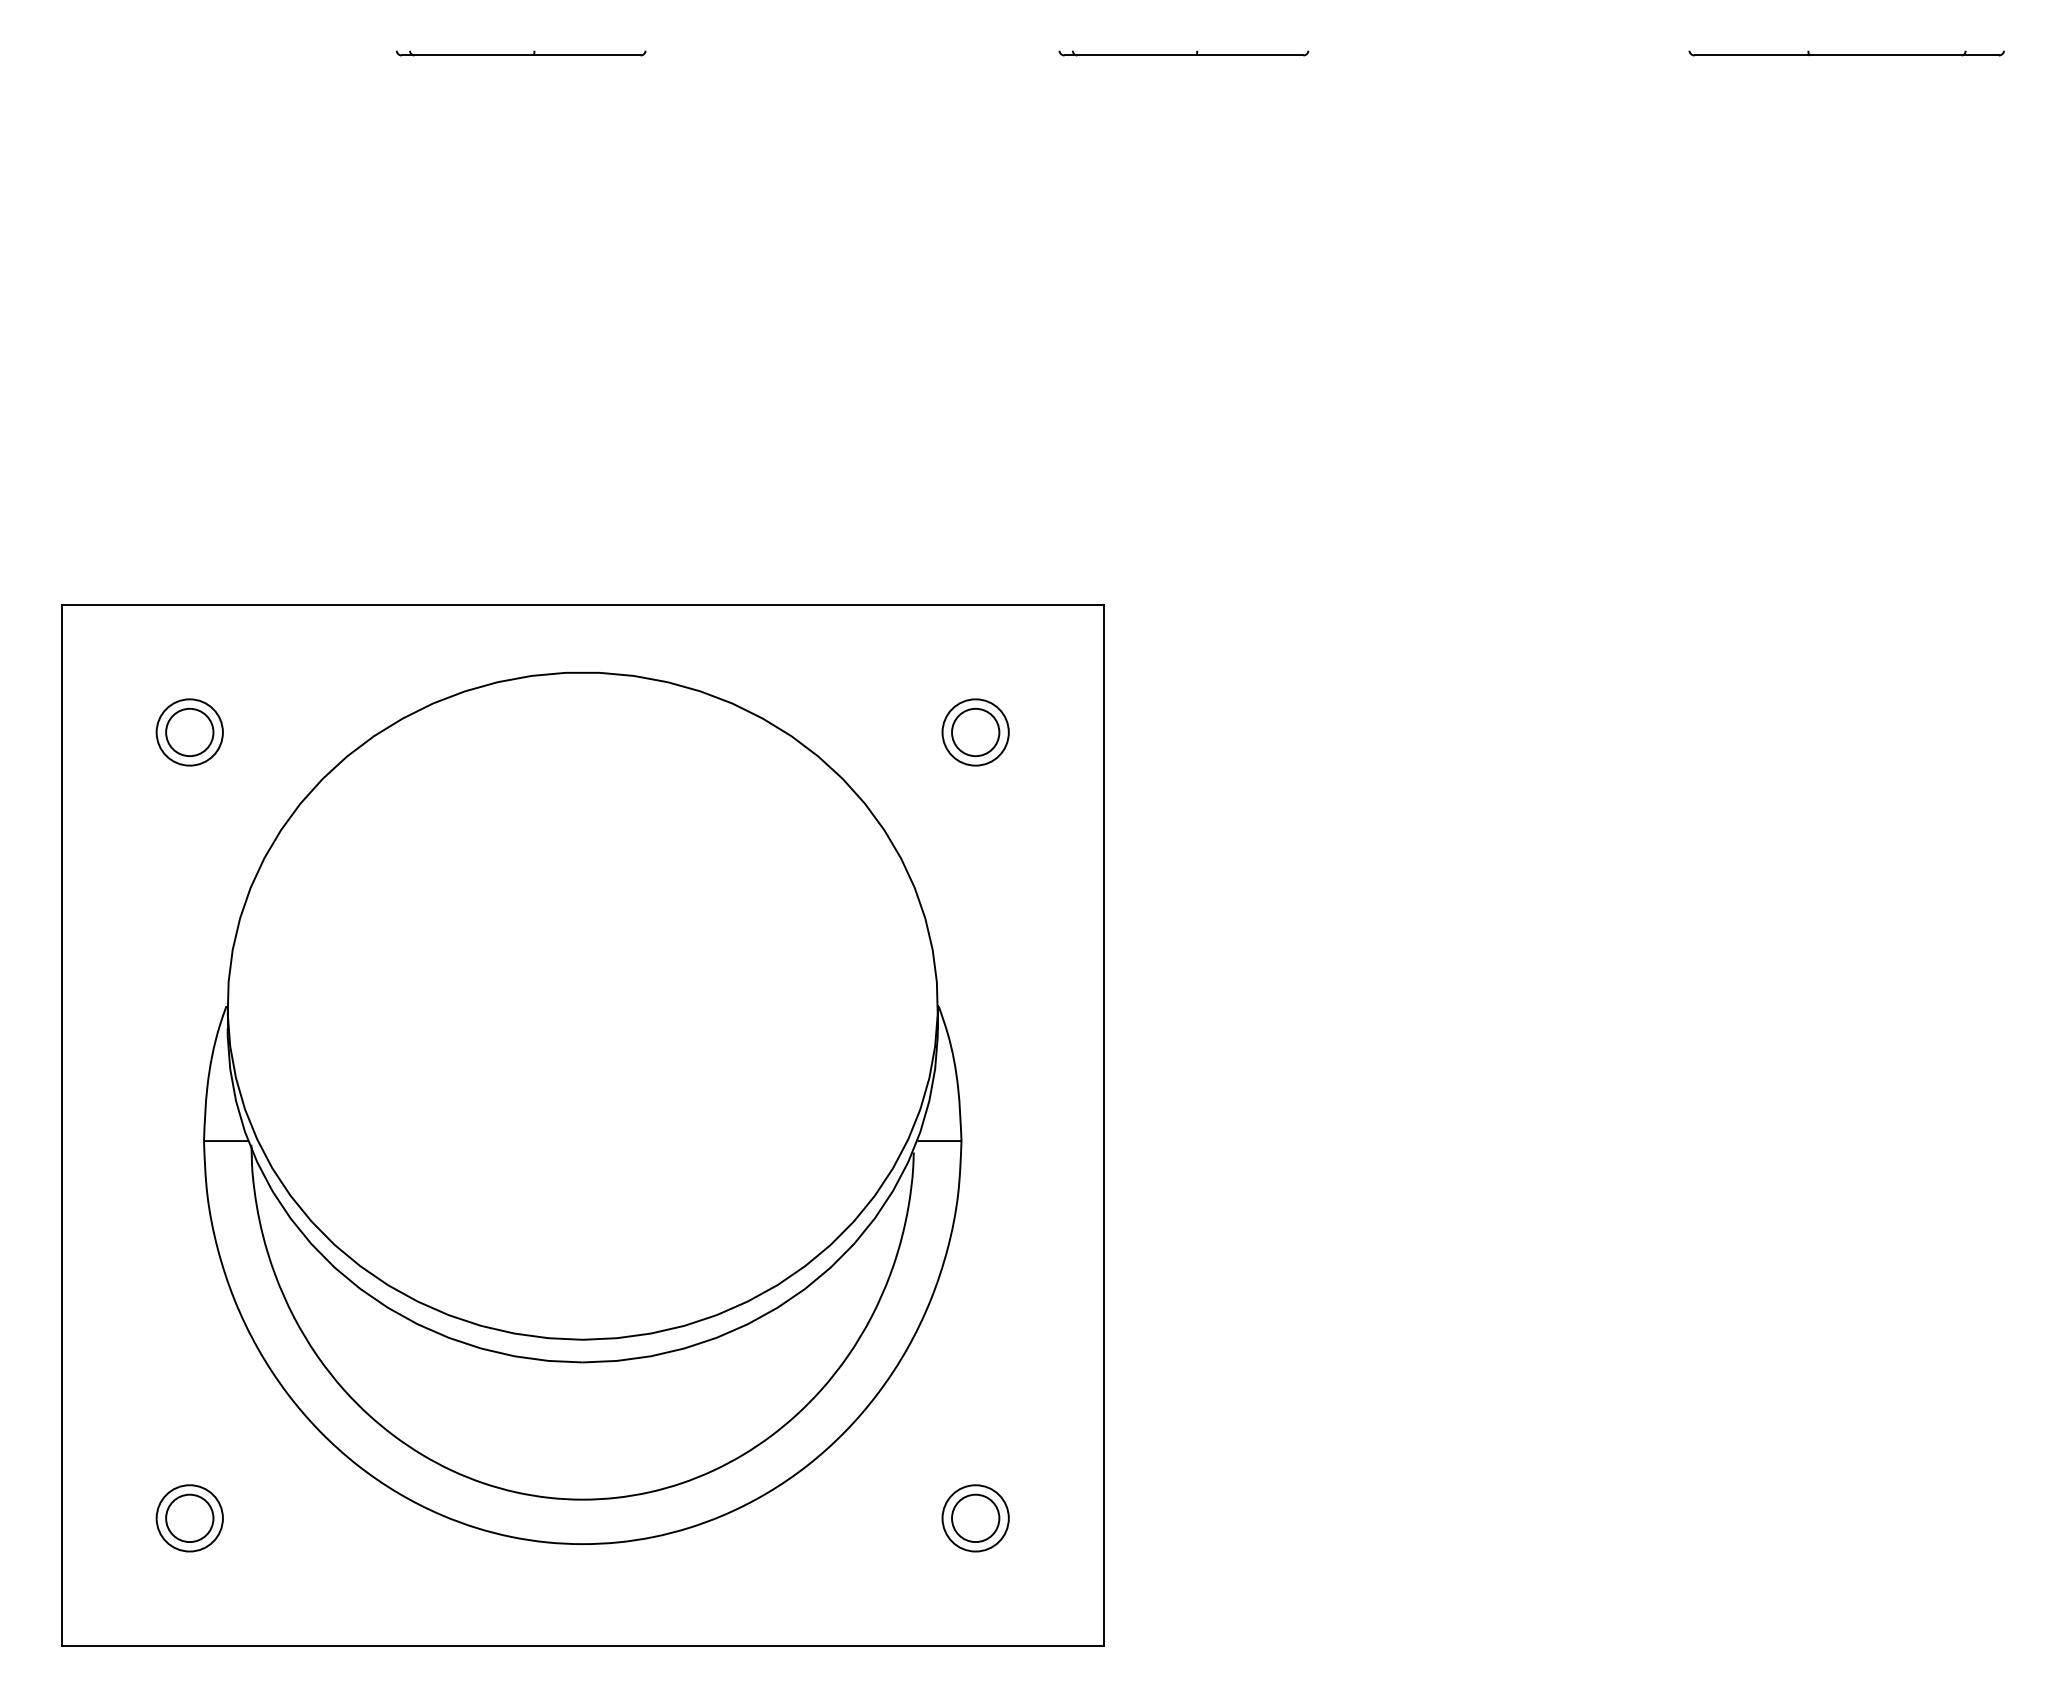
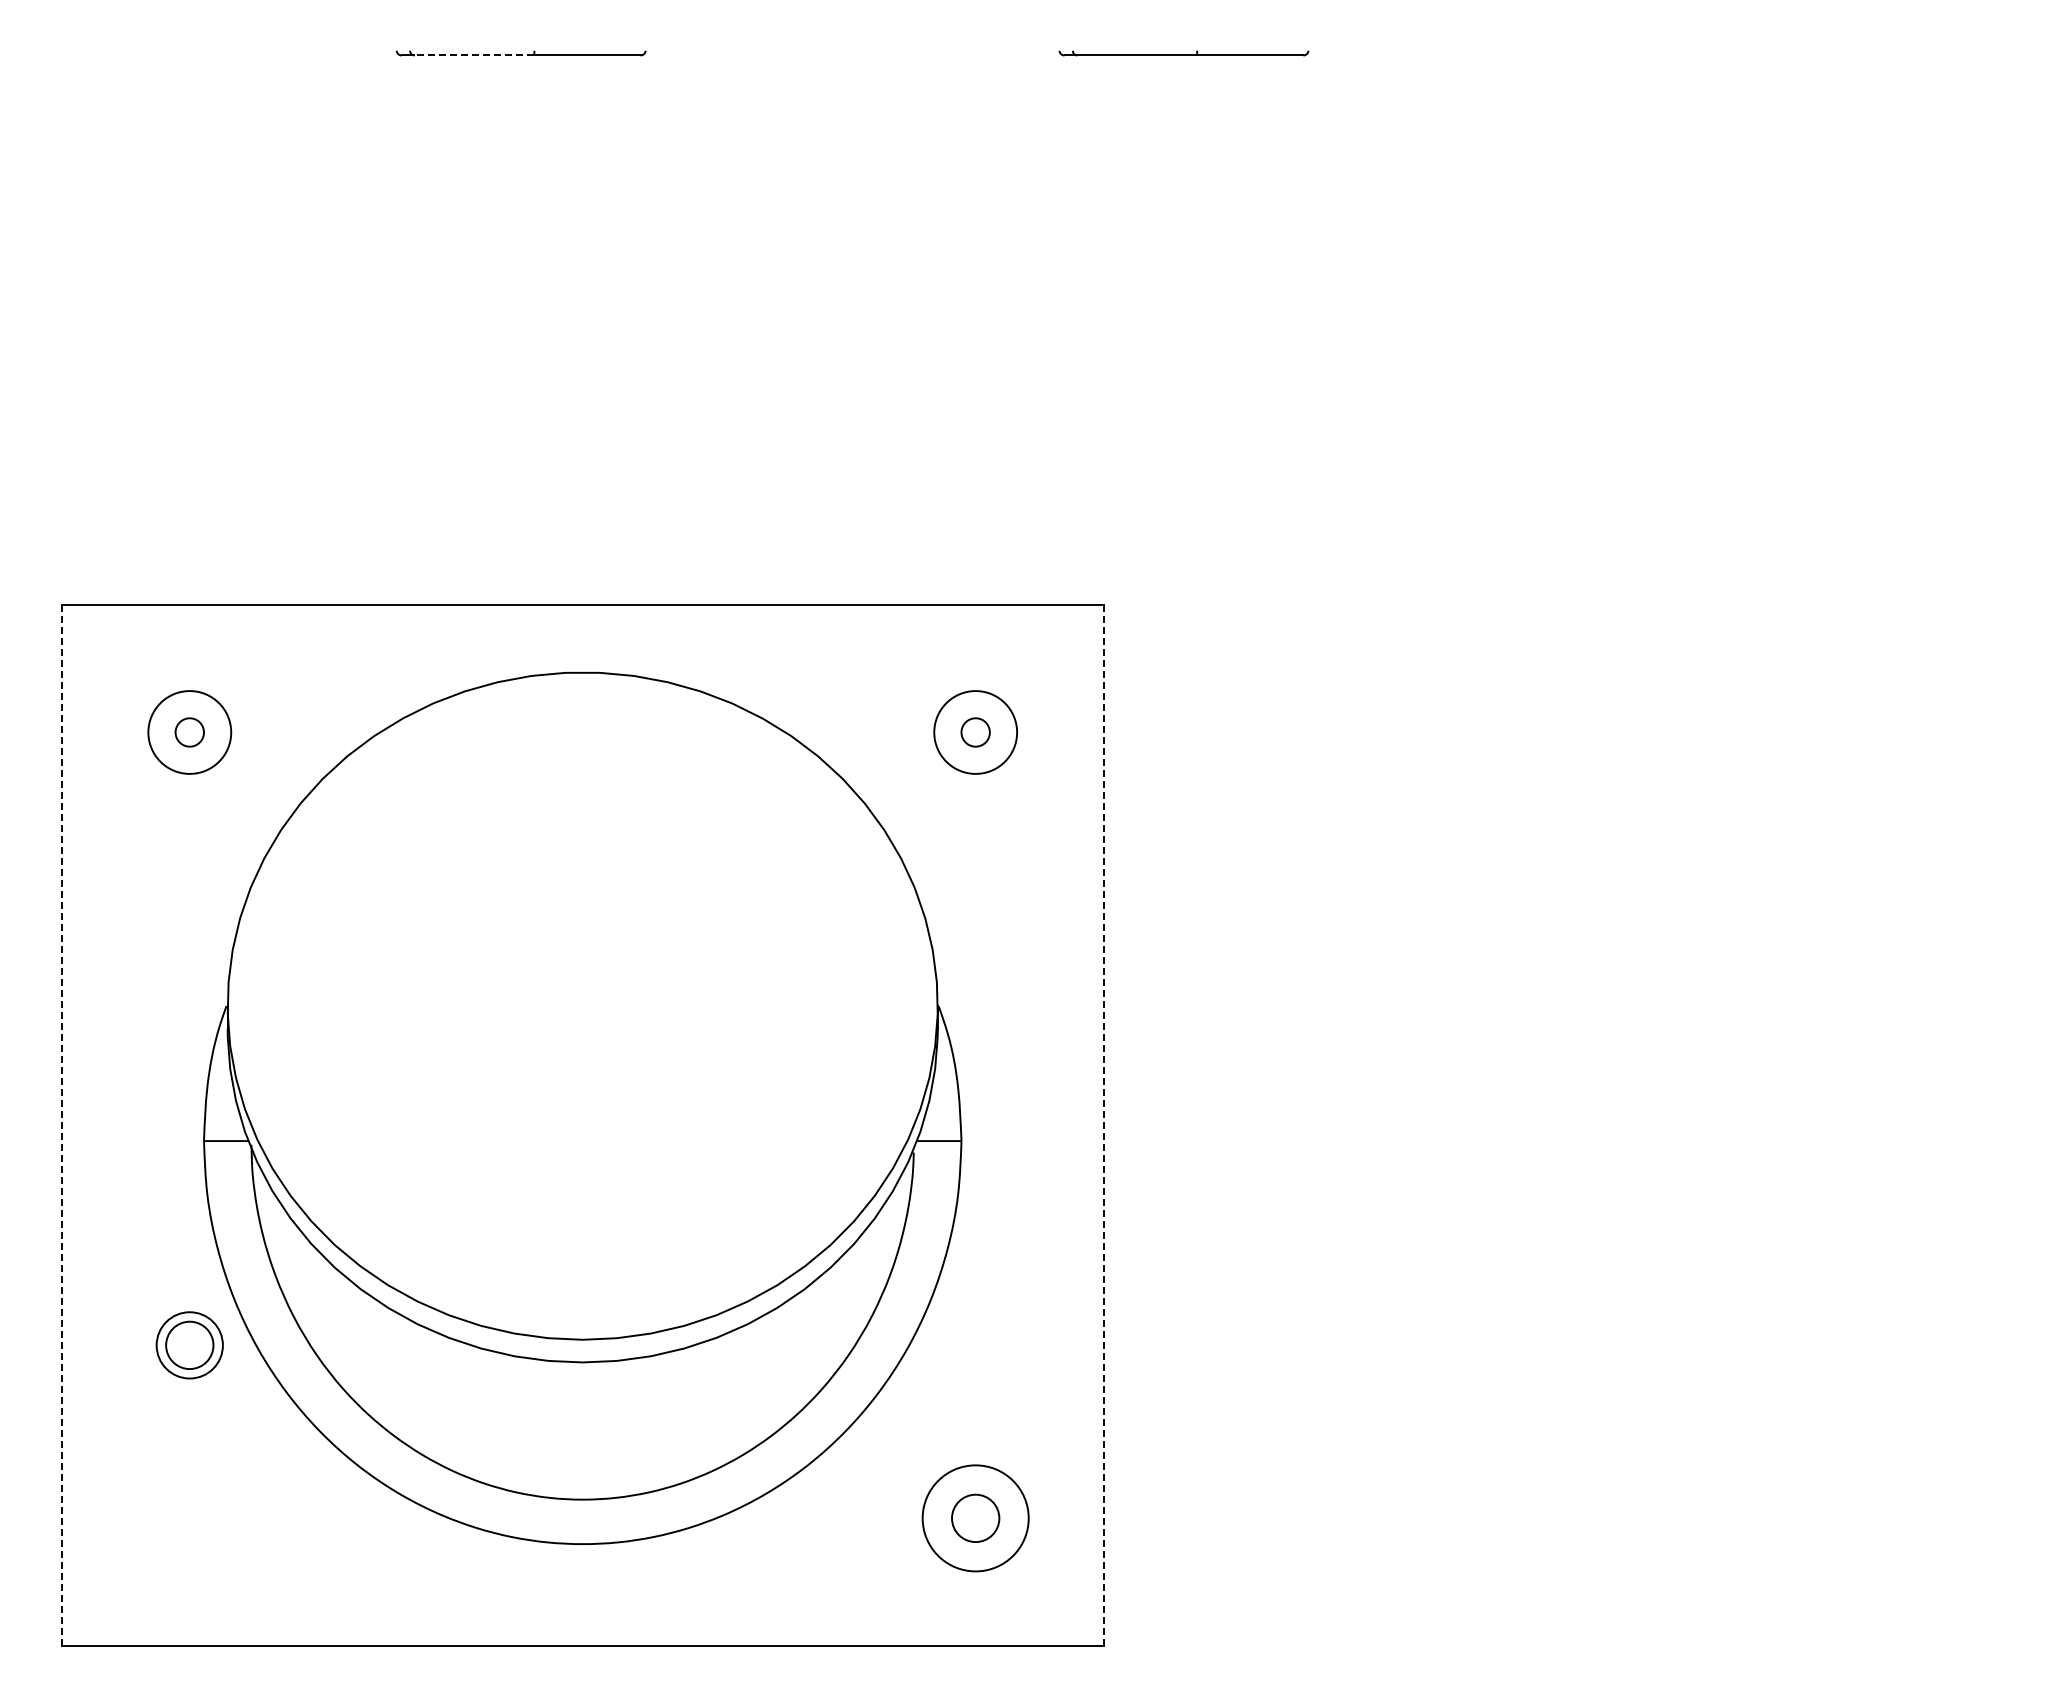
part at (1846, 53): present -> none
line at (474, 55): solid -> dashed
circle at (189, 732) diameter: 47 px -> 28 px
circle at (189, 732) diameter: 66 px -> 83 px
circle at (975, 732) diameter: 47 px -> 28 px
circle at (975, 732) diameter: 66 px -> 83 px
line at (61, 1125): solid -> dashed
line at (1103, 1125): solid -> dashed
part at (189, 1518) position: (189, 1518) -> (189, 1345)
circle at (975, 1518) diameter: 66 px -> 106 px
